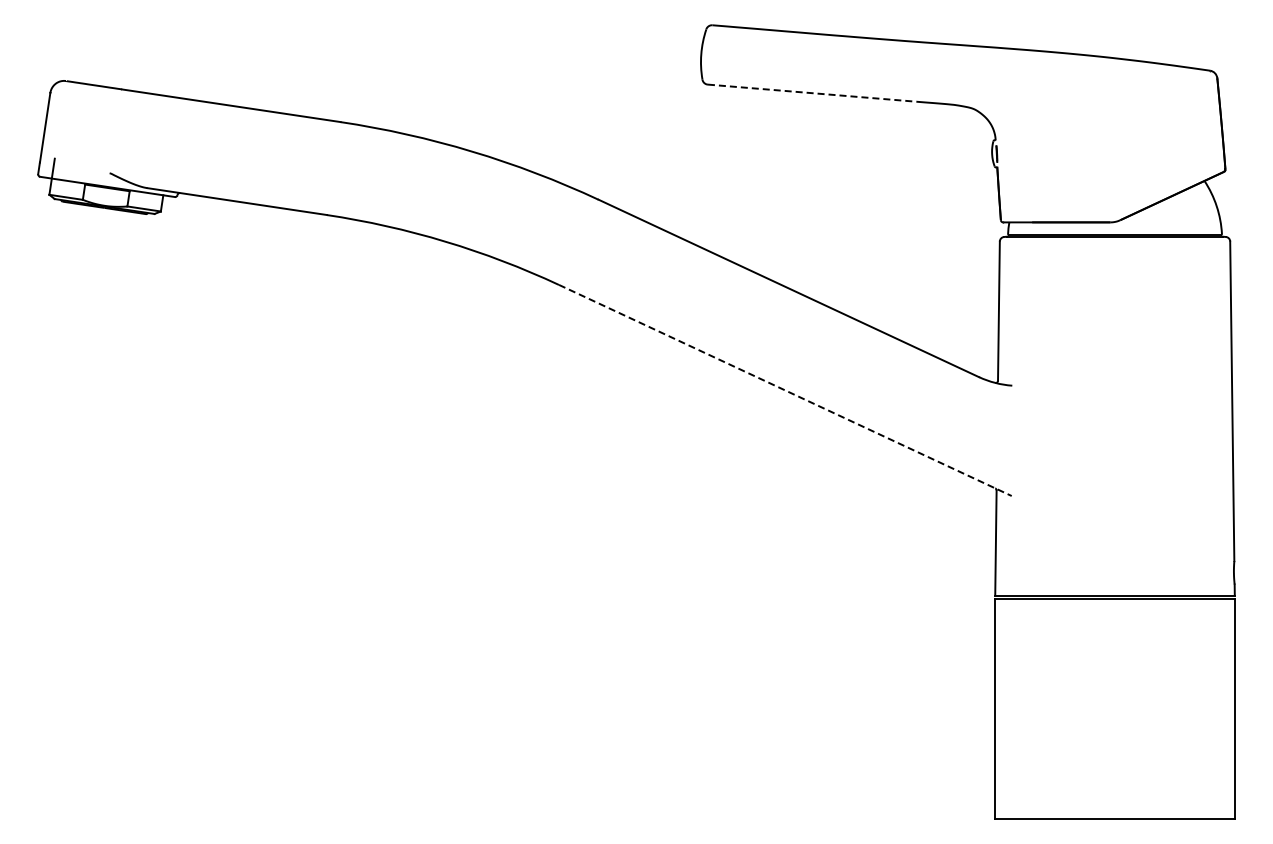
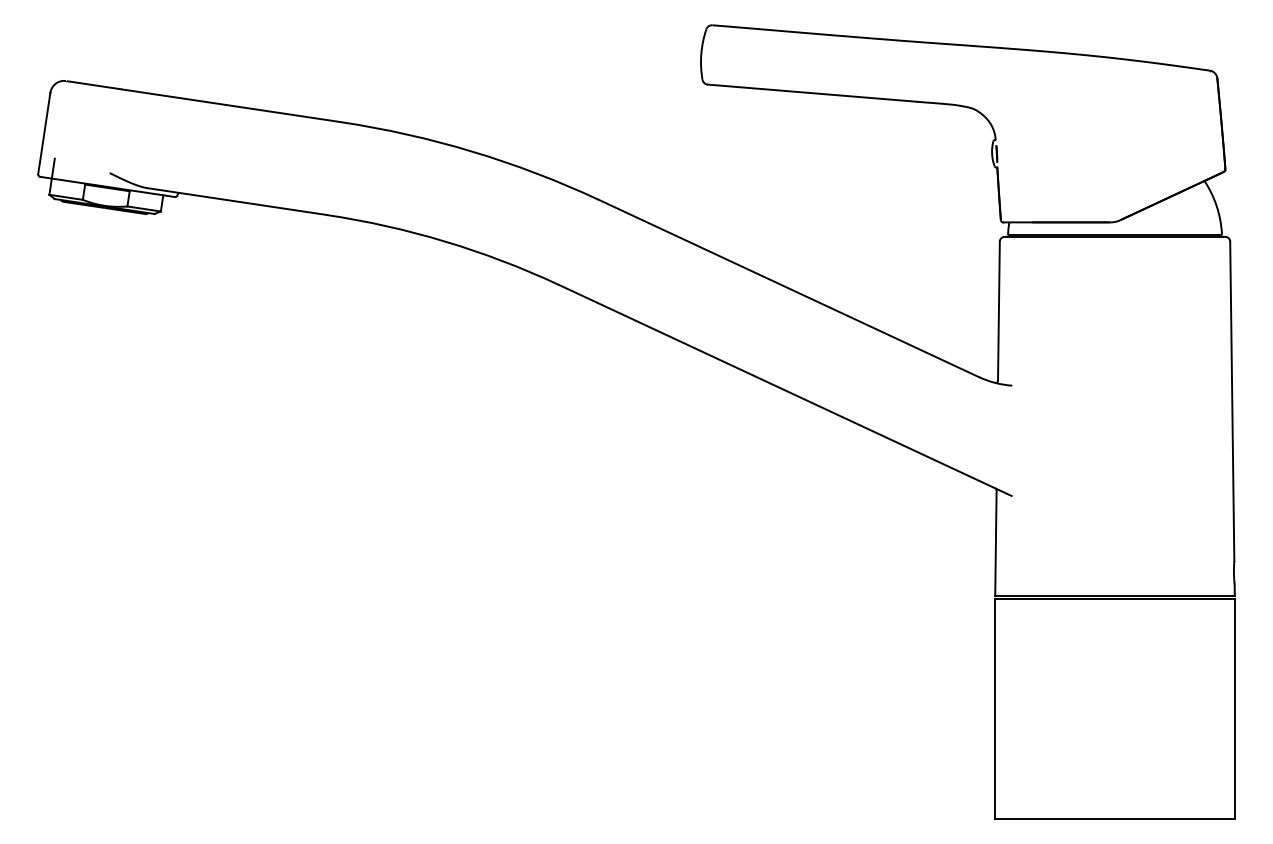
line at (812, 93): dashed -> solid
line at (785, 390): dashed -> solid
